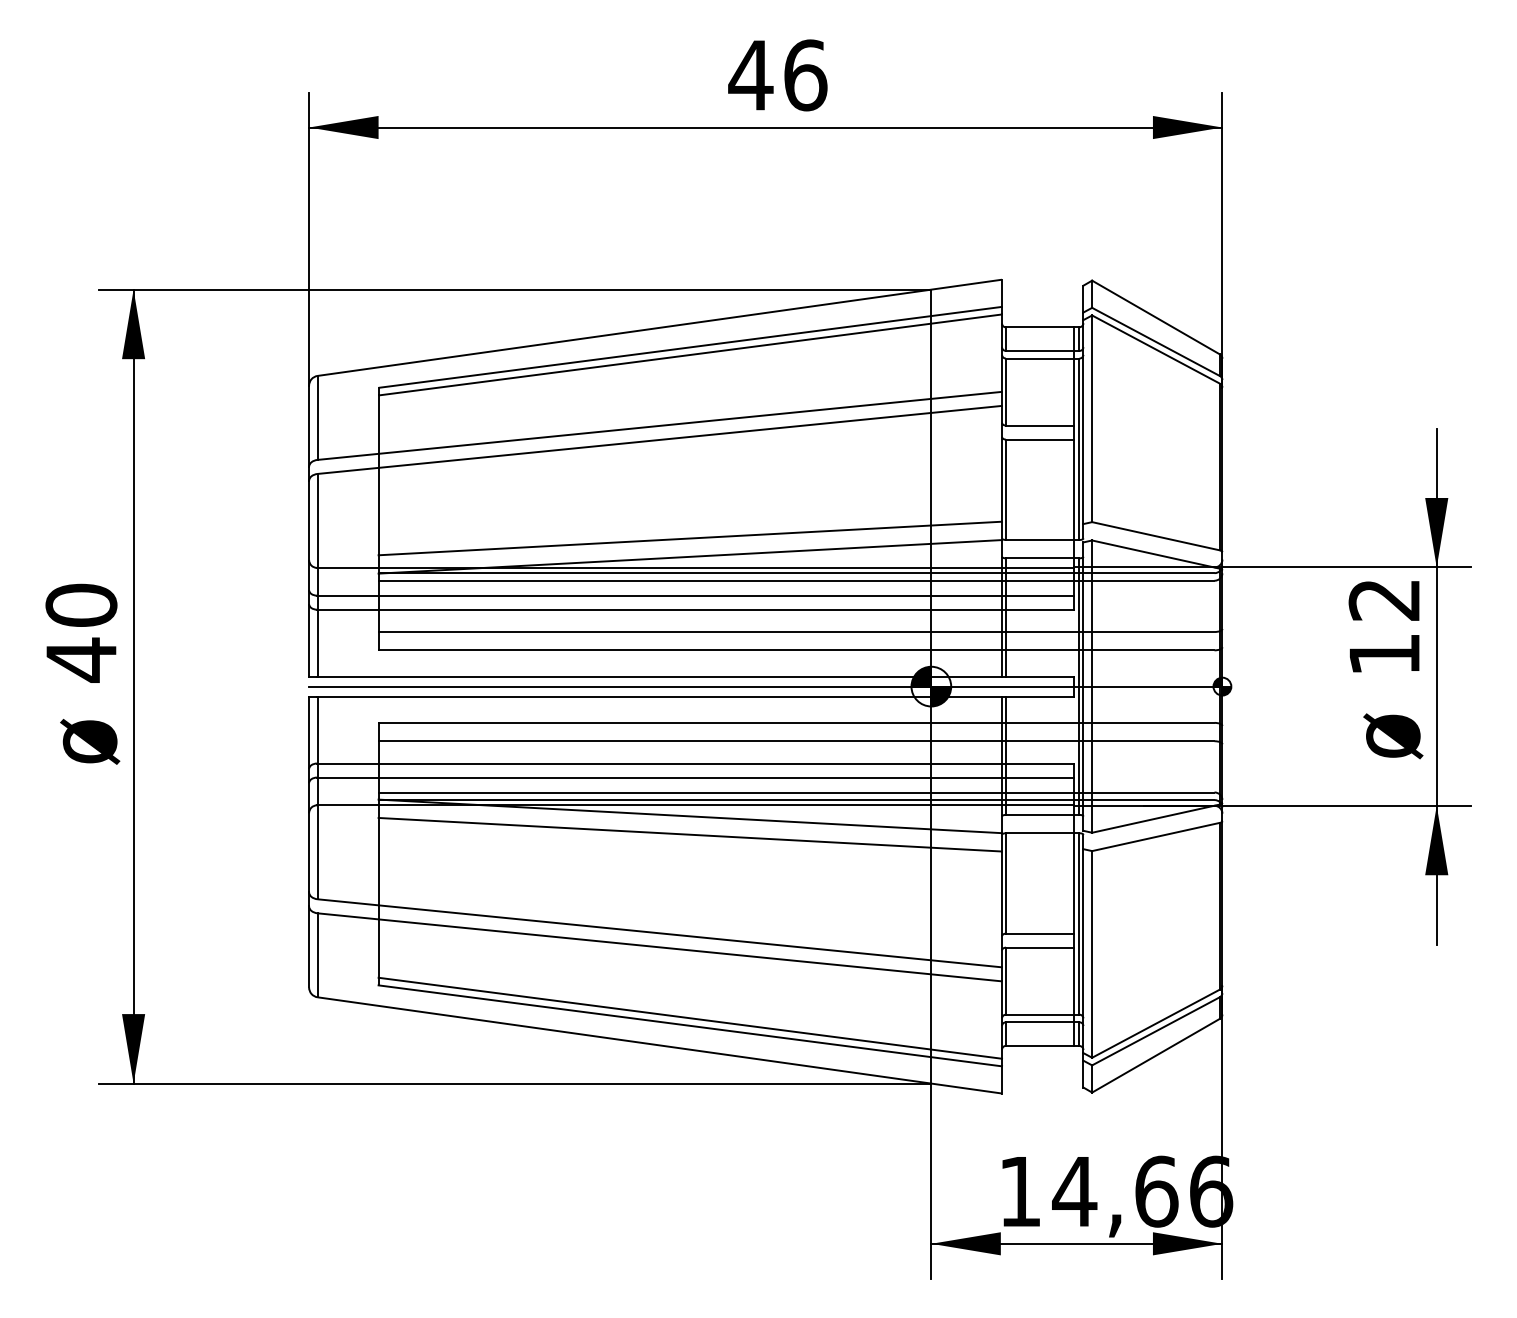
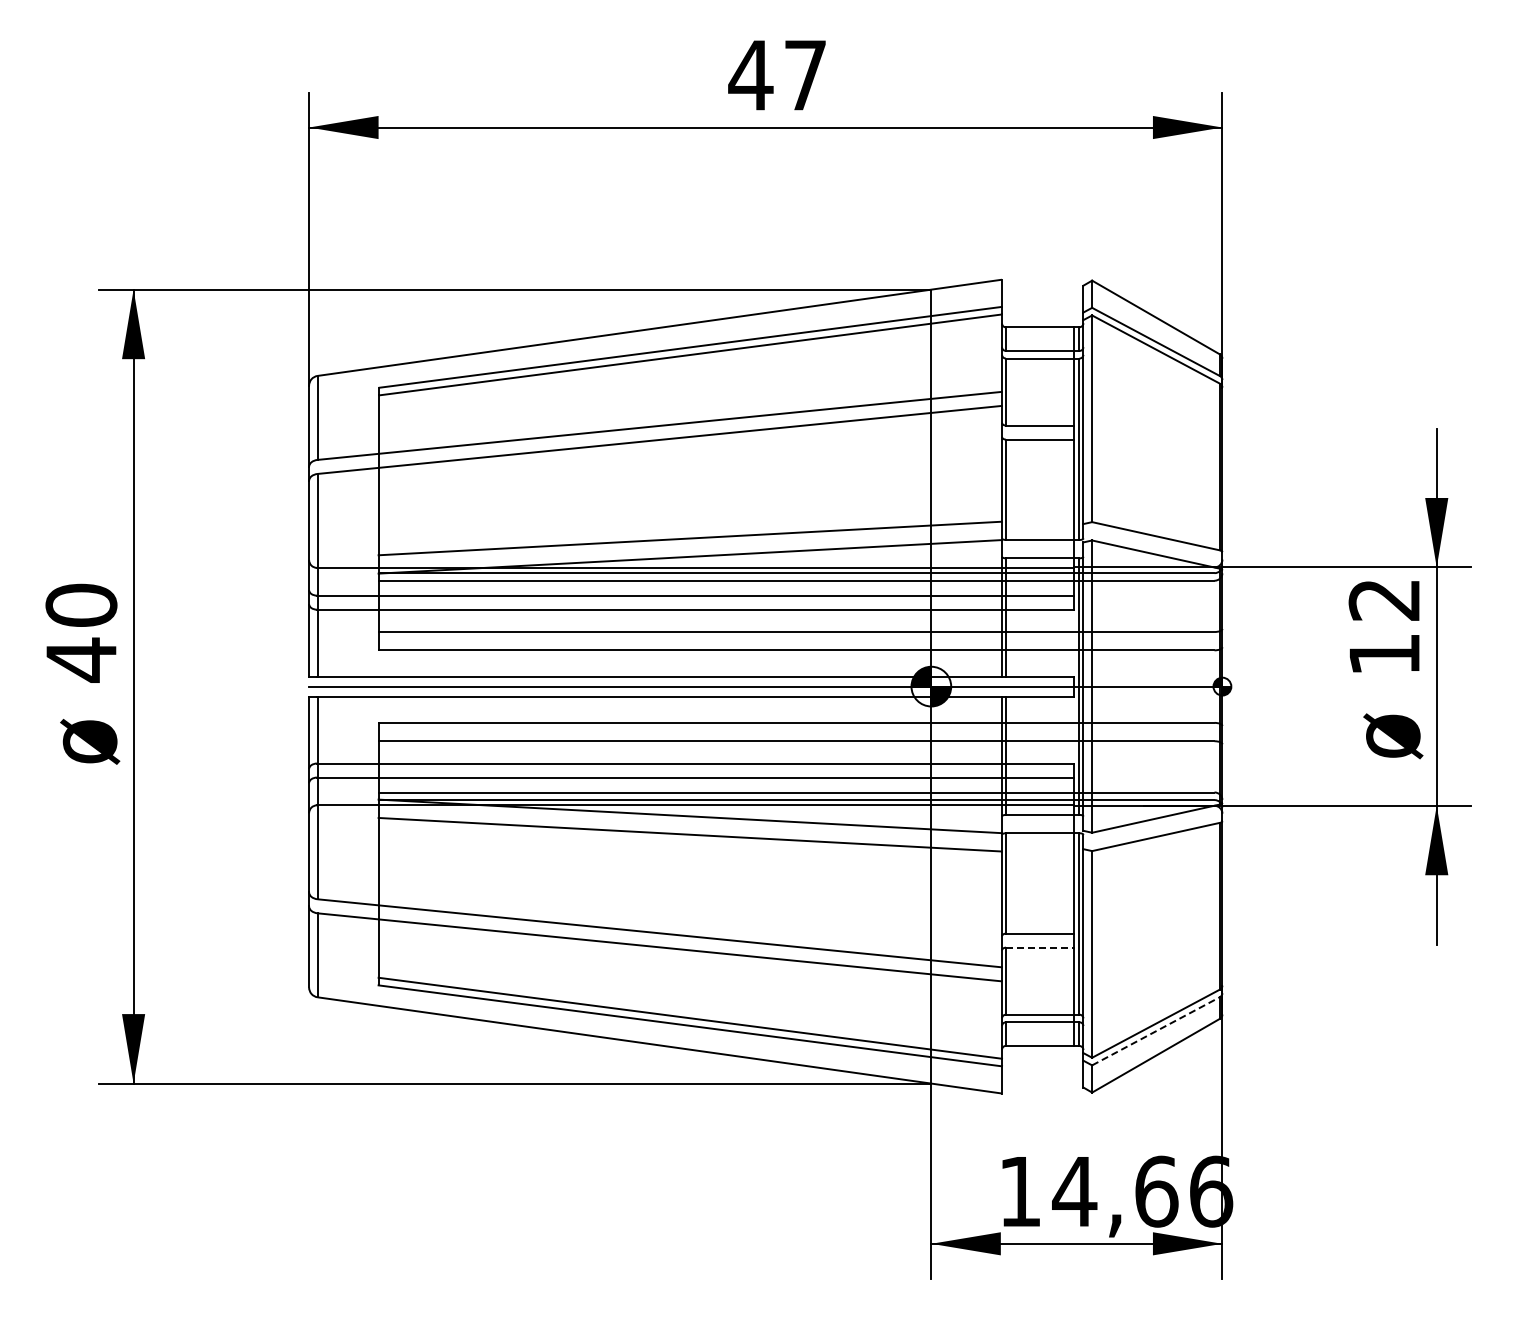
text at (805, 75): 46 -> 47
line at (1039, 947): solid -> dashed
line at (1156, 1031): solid -> dashed
